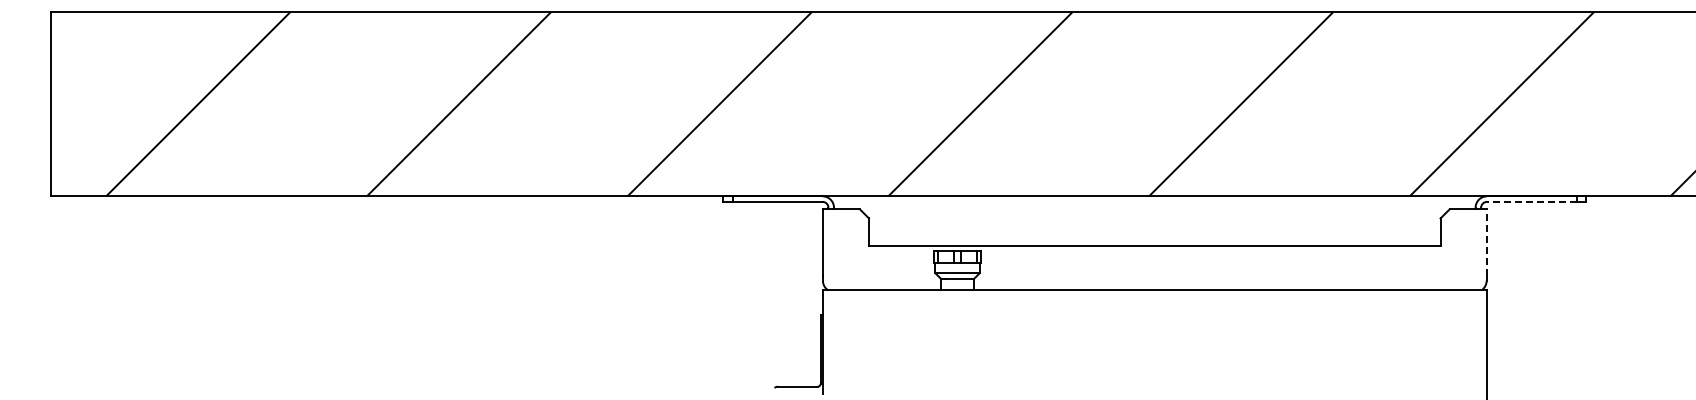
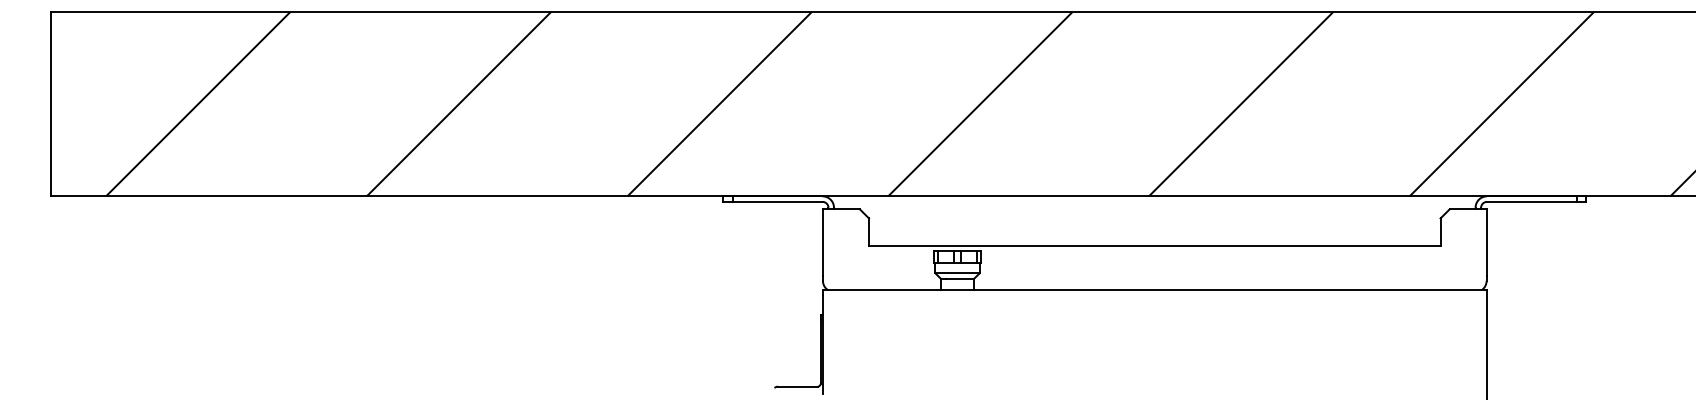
line at (1532, 201): dashed -> solid
line at (1486, 241): dashed -> solid
